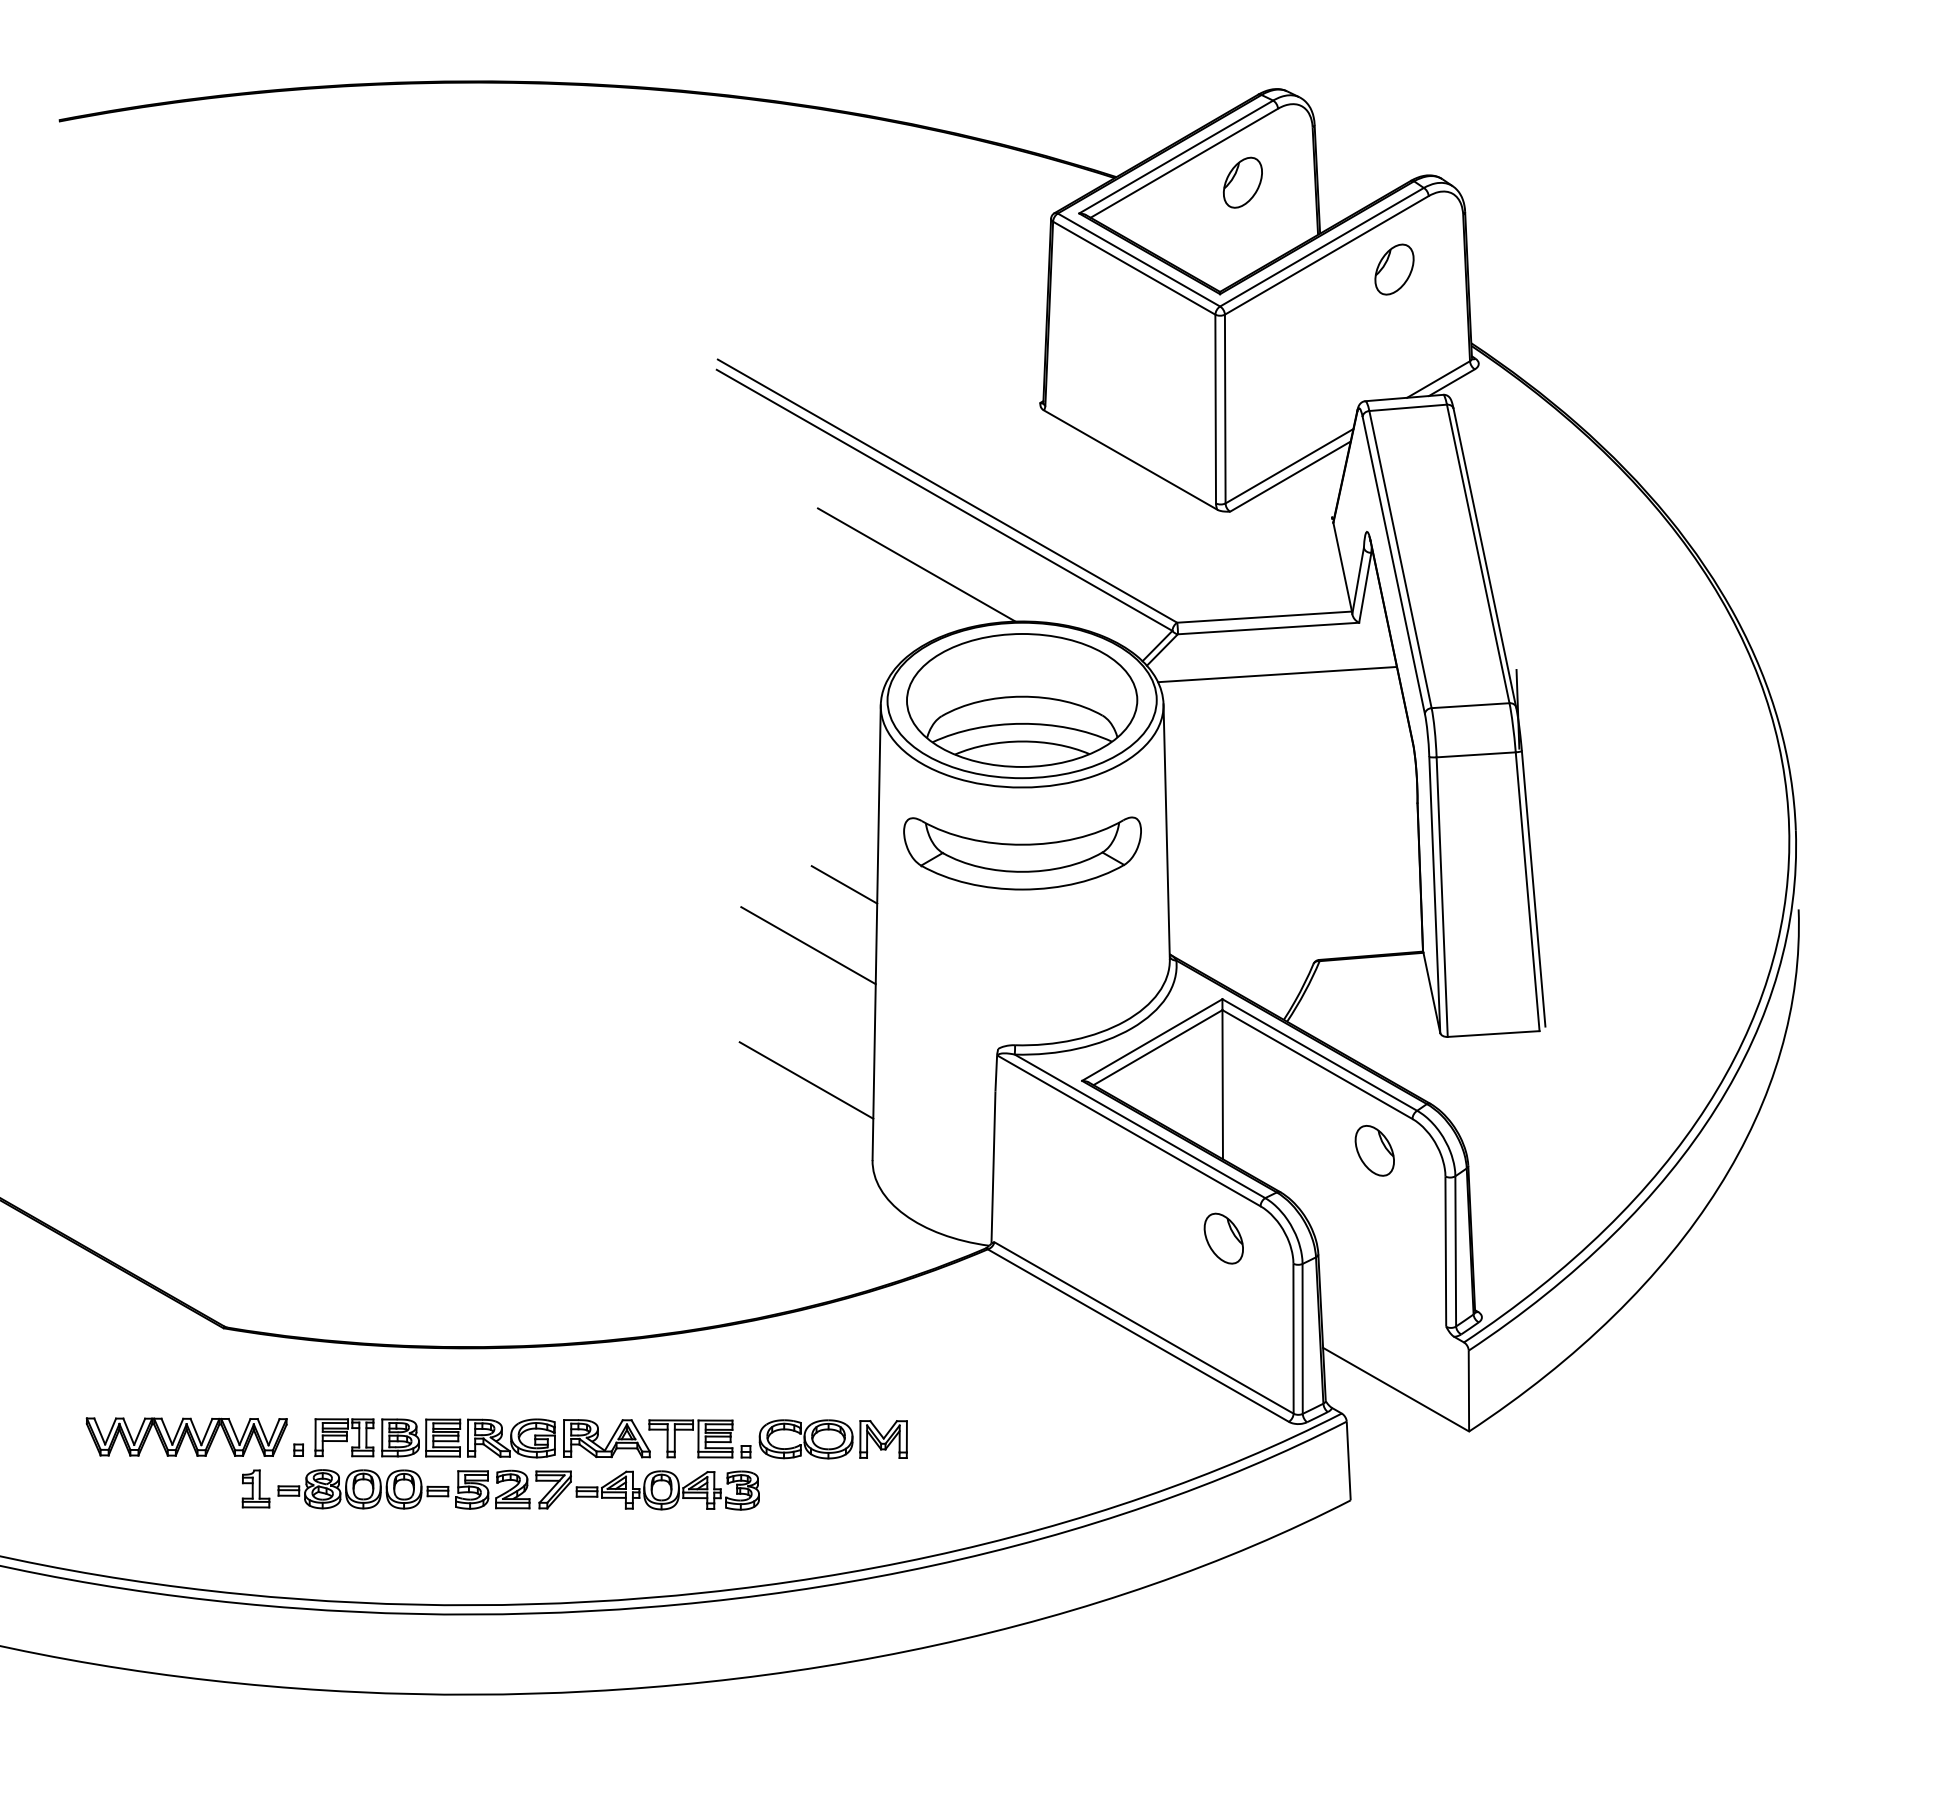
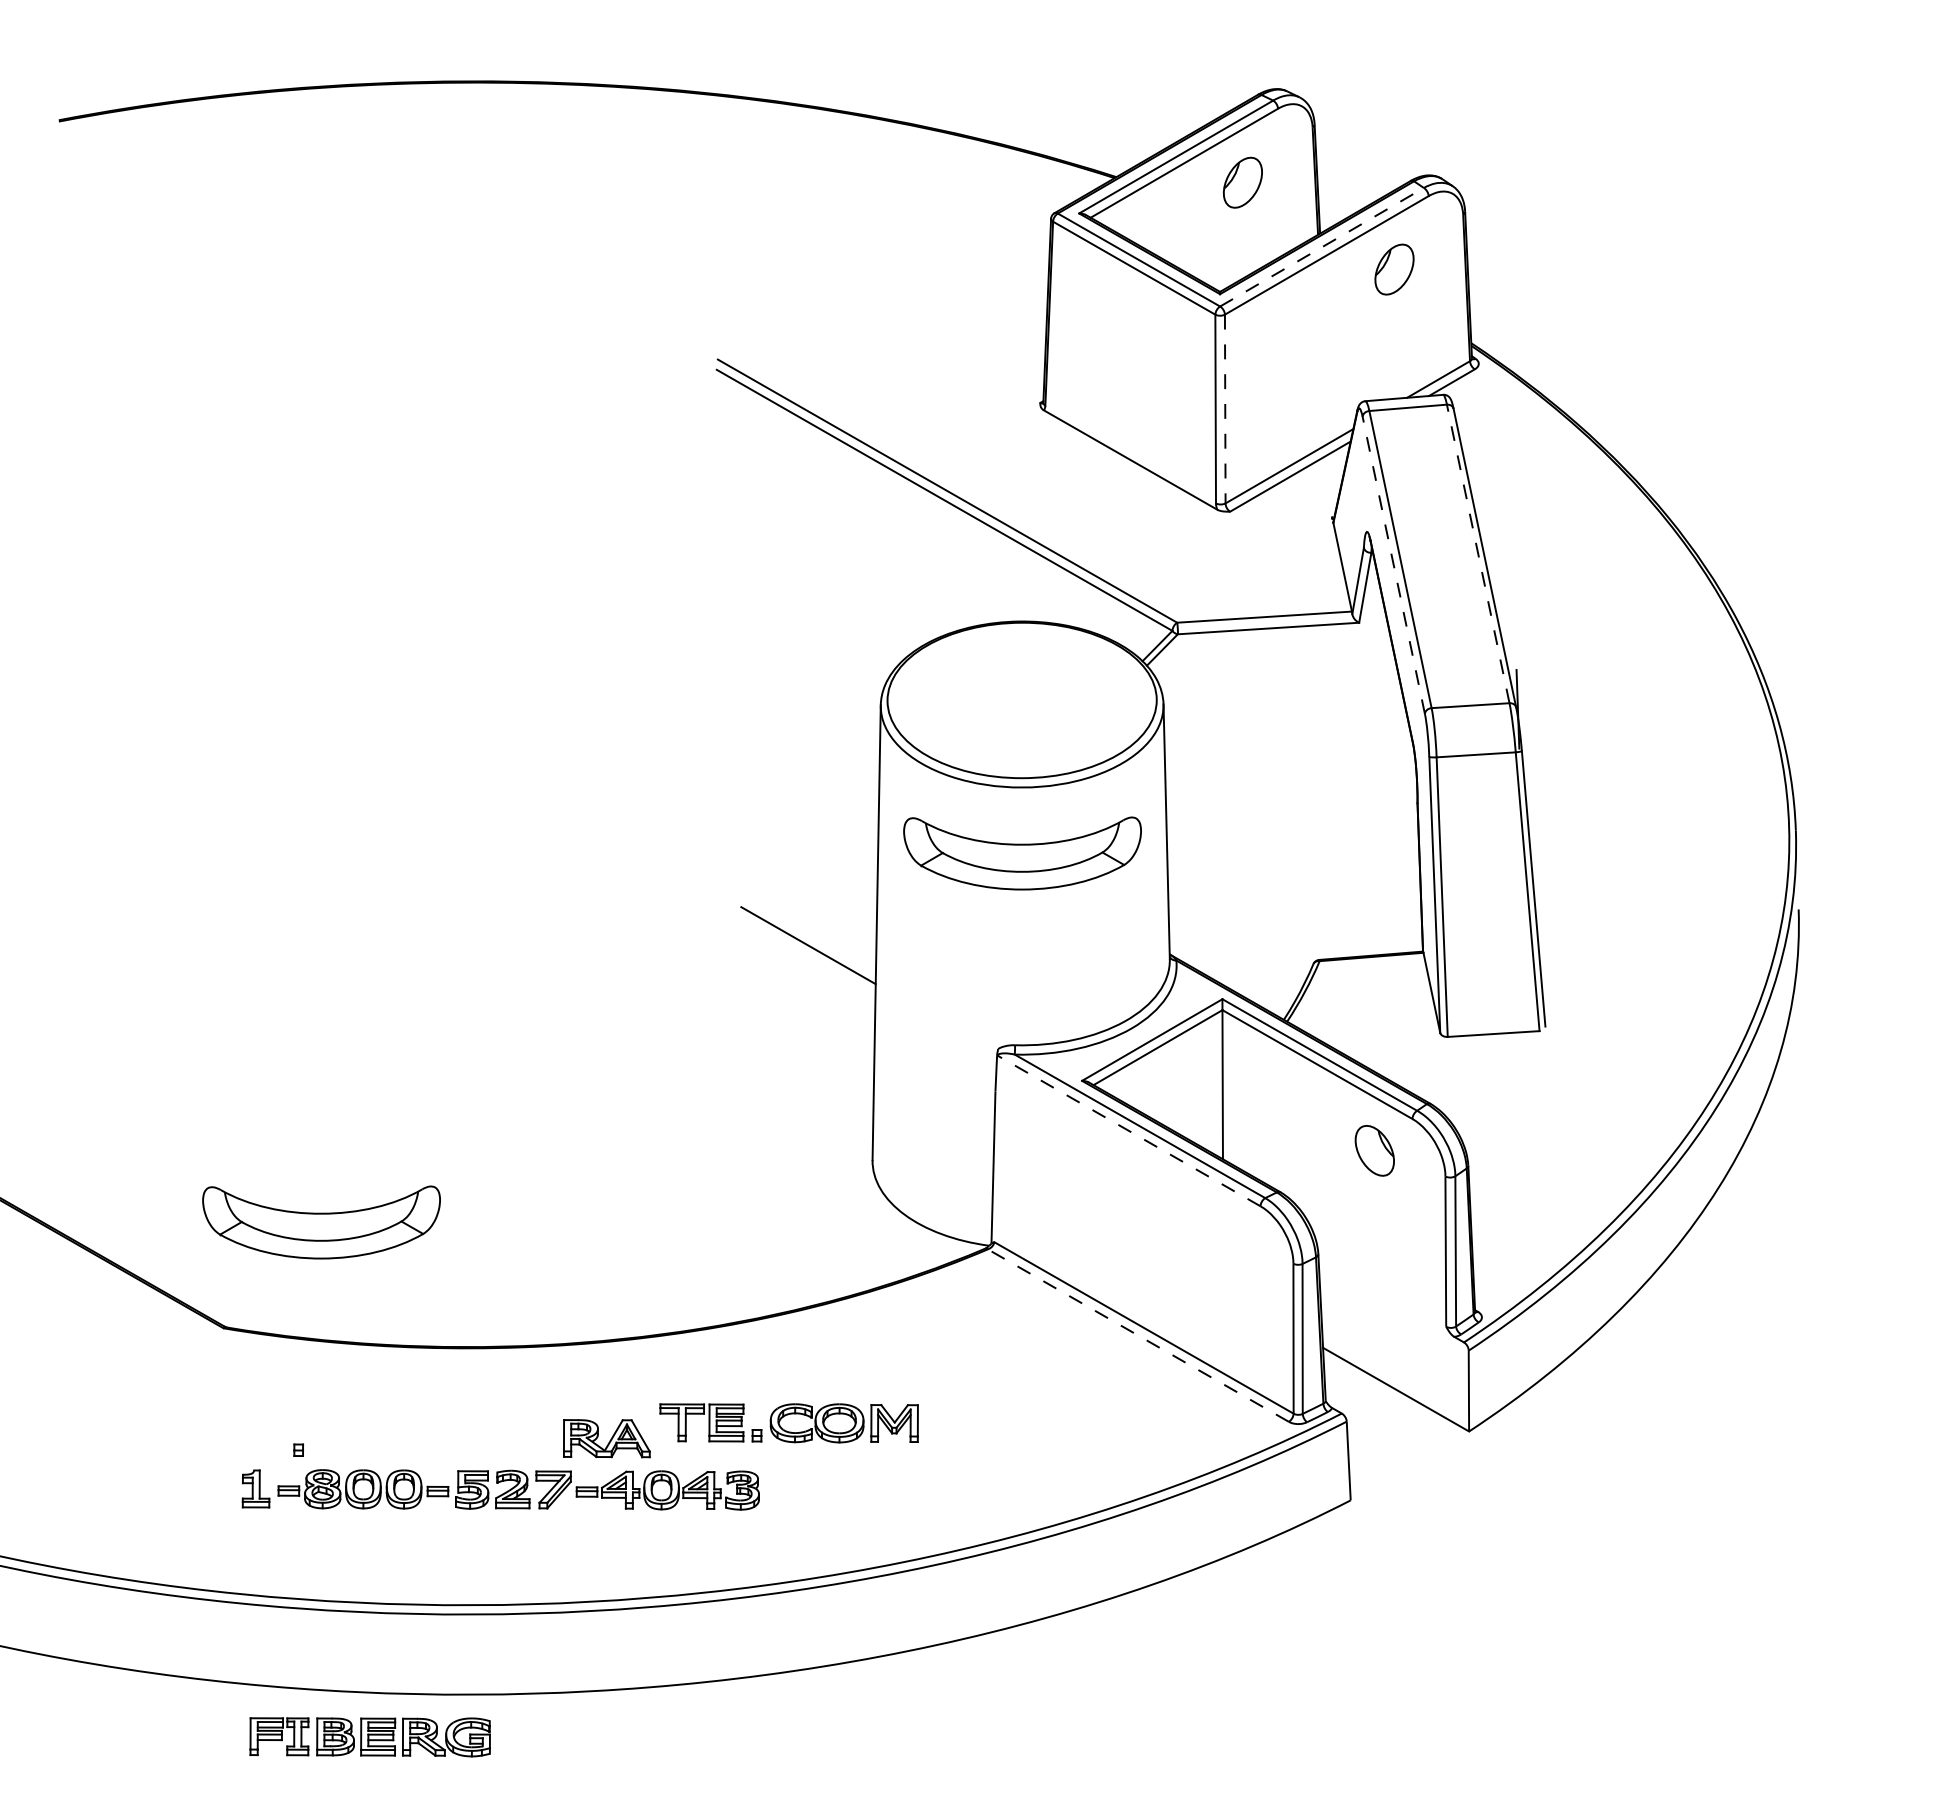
line at (1322, 247): solid -> dashed
line at (1225, 409): solid -> dashed
line at (1478, 553): solid -> dashed
line at (916, 564): present -> none
line at (1393, 565): solid -> dashed
line at (1277, 674): present -> none
part at (1022, 700): present -> none
line at (844, 884): present -> none
line at (806, 1080): present -> none
line at (1128, 1130): solid -> dashed
part at (321, 1222): none -> present
part at (1223, 1238): present -> none
line at (1137, 1335): solid -> dashed
part at (186, 1436): present -> none
part at (434, 1438) position: (434, 1438) -> (369, 1737)
part at (772, 1444) position: (772, 1444) -> (783, 1428)
